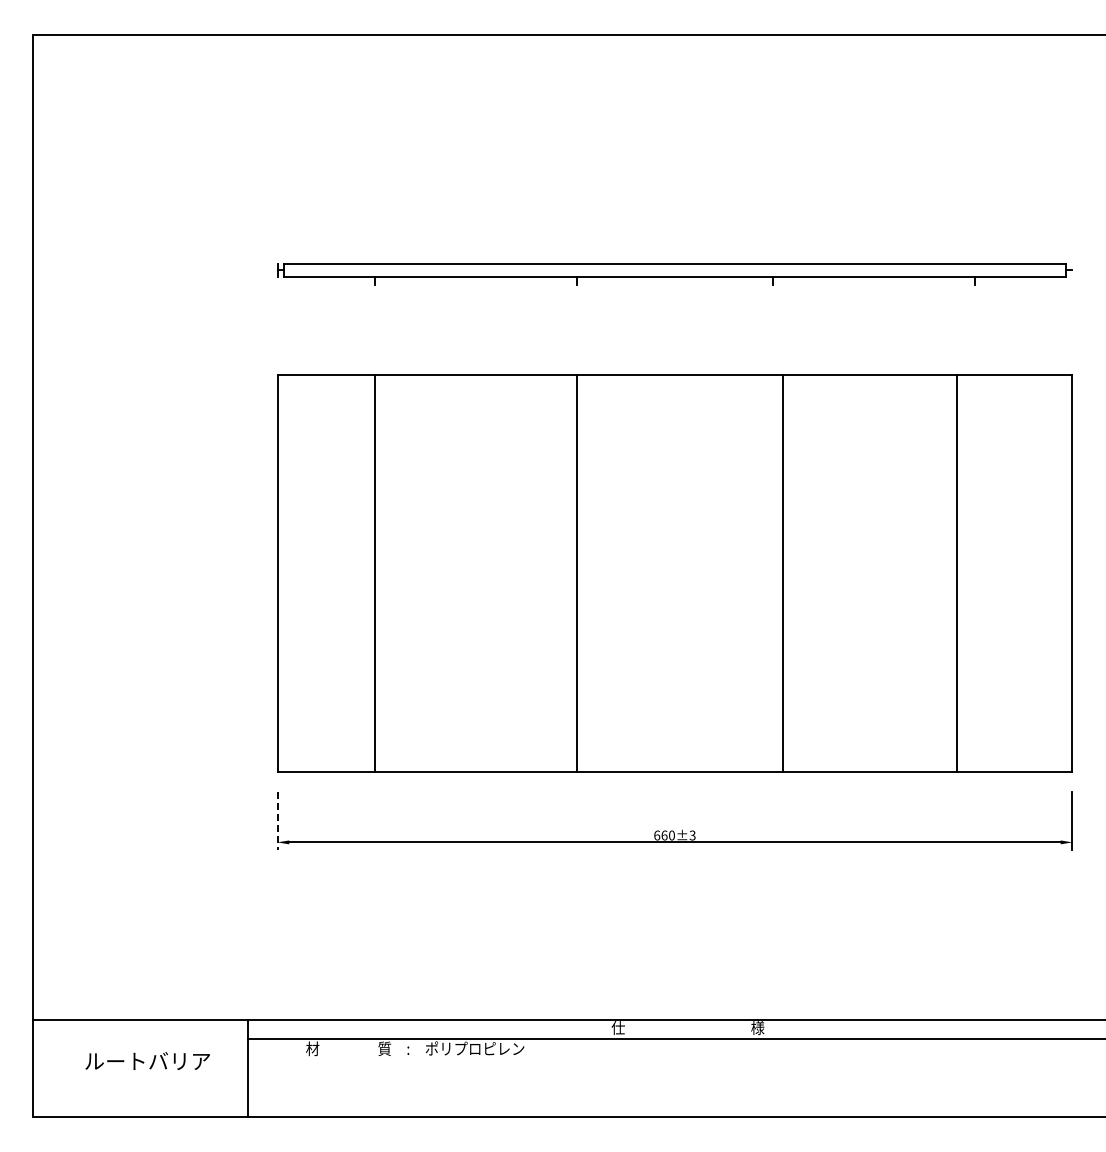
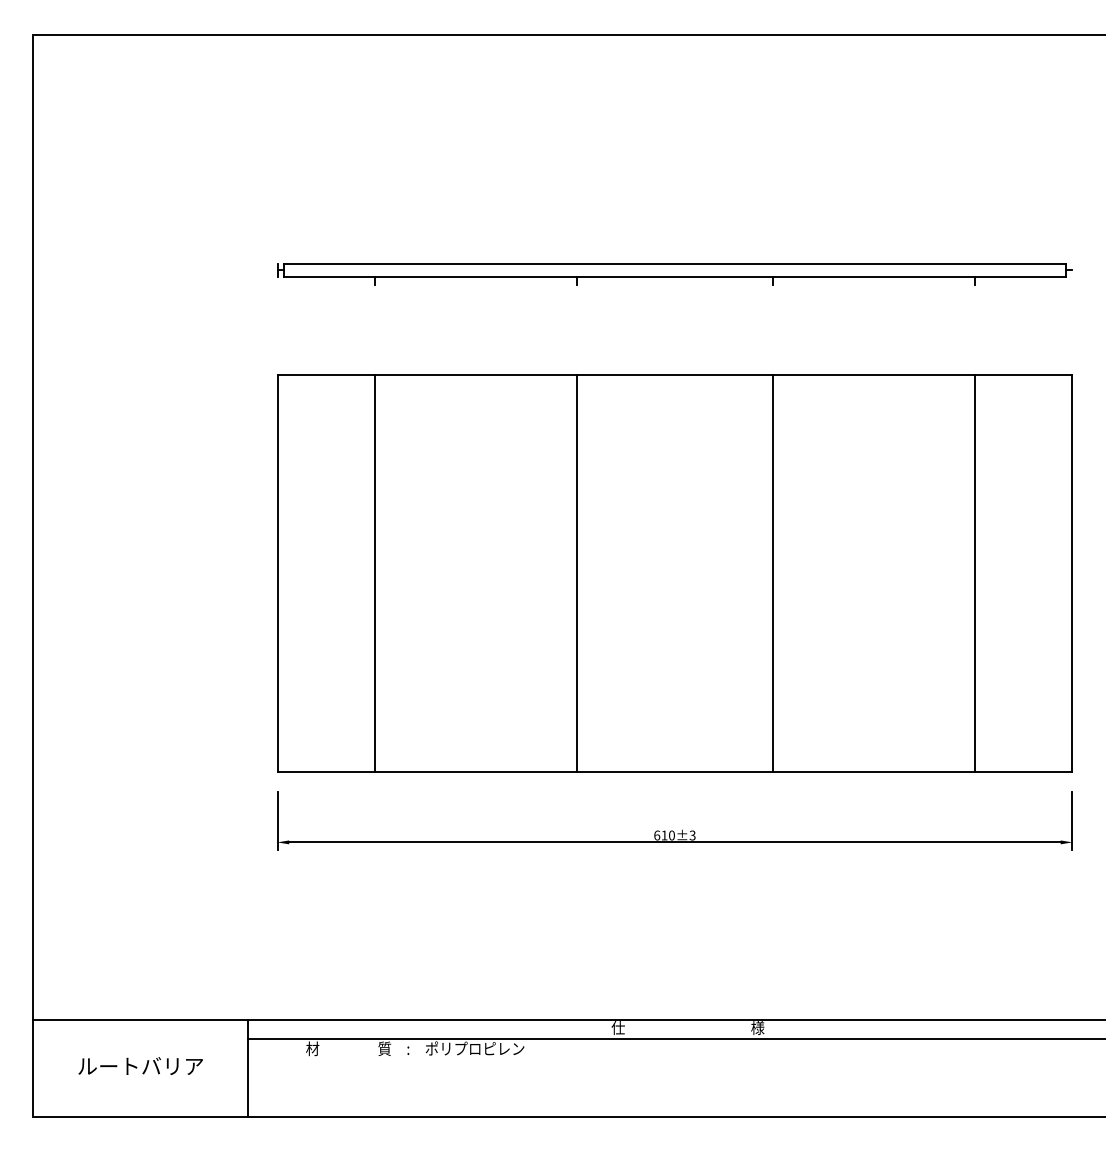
line at (782, 573) position: (782, 573) -> (772, 573)
line at (956, 573) position: (956, 573) -> (974, 573)
line at (277, 821): dashed -> solid
text at (664, 835): 660±3 -> 610±3
text at (147, 1060) position: (147, 1060) -> (140, 1065)
